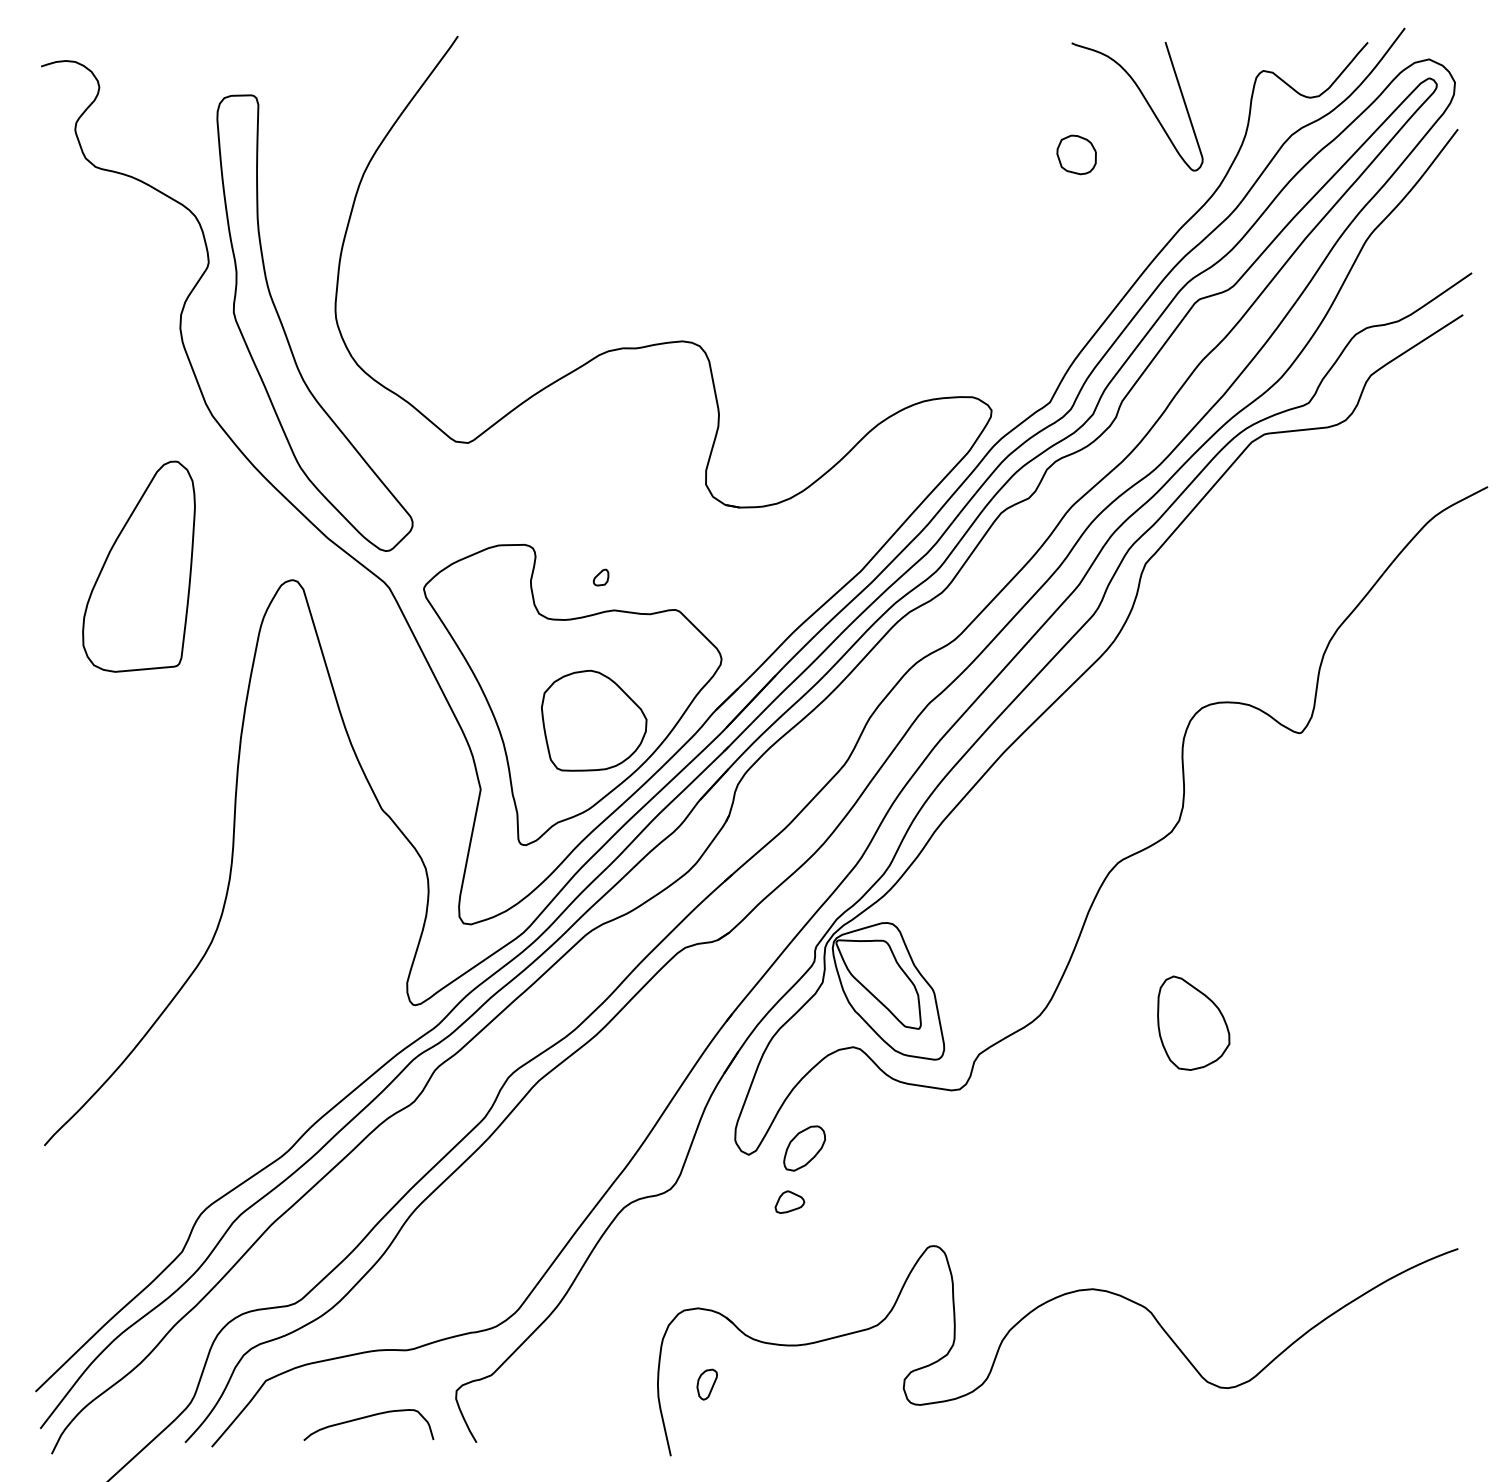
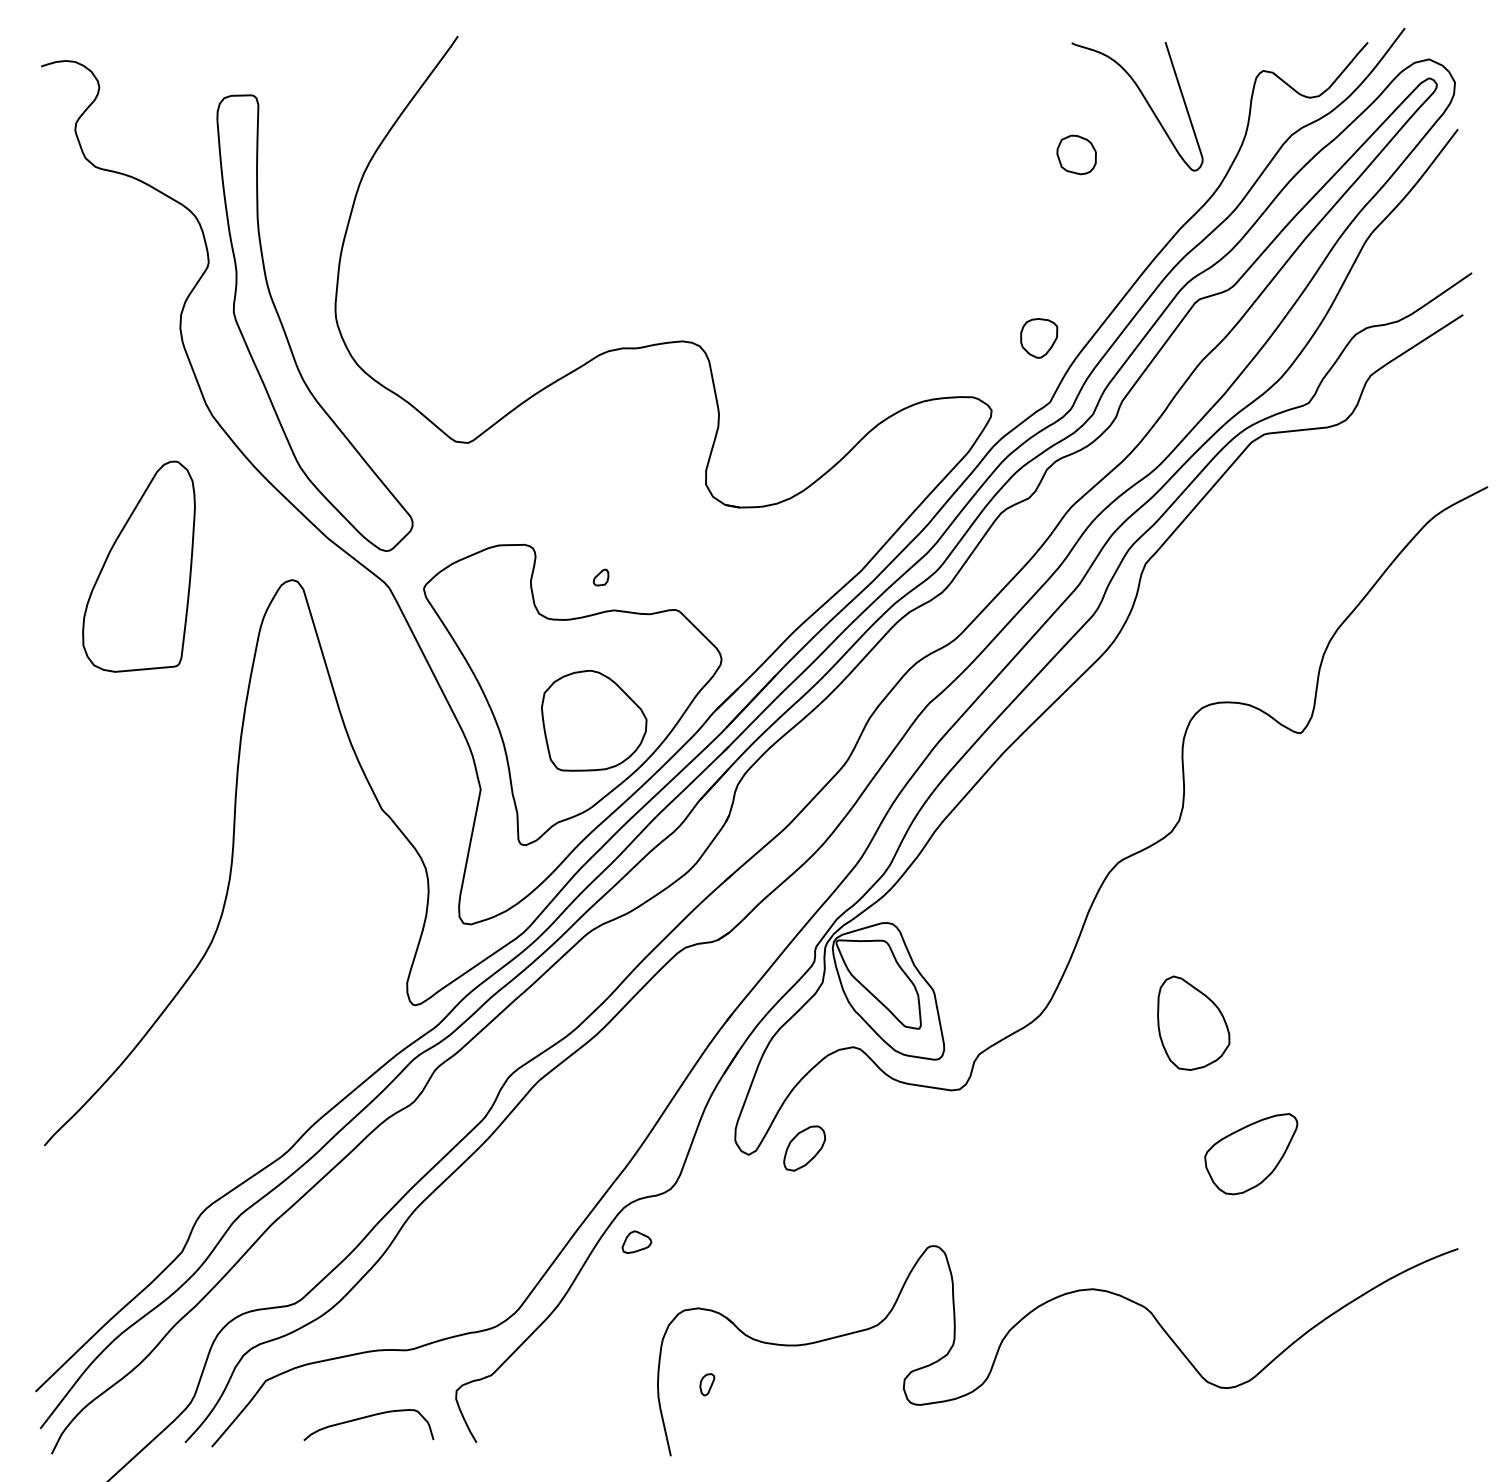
part at (1039, 338): none -> present
part at (1251, 1154): none -> present
part at (789, 1201) position: (789, 1201) -> (636, 1241)
part at (706, 1384) size: 22x33 px -> 17x24 px
